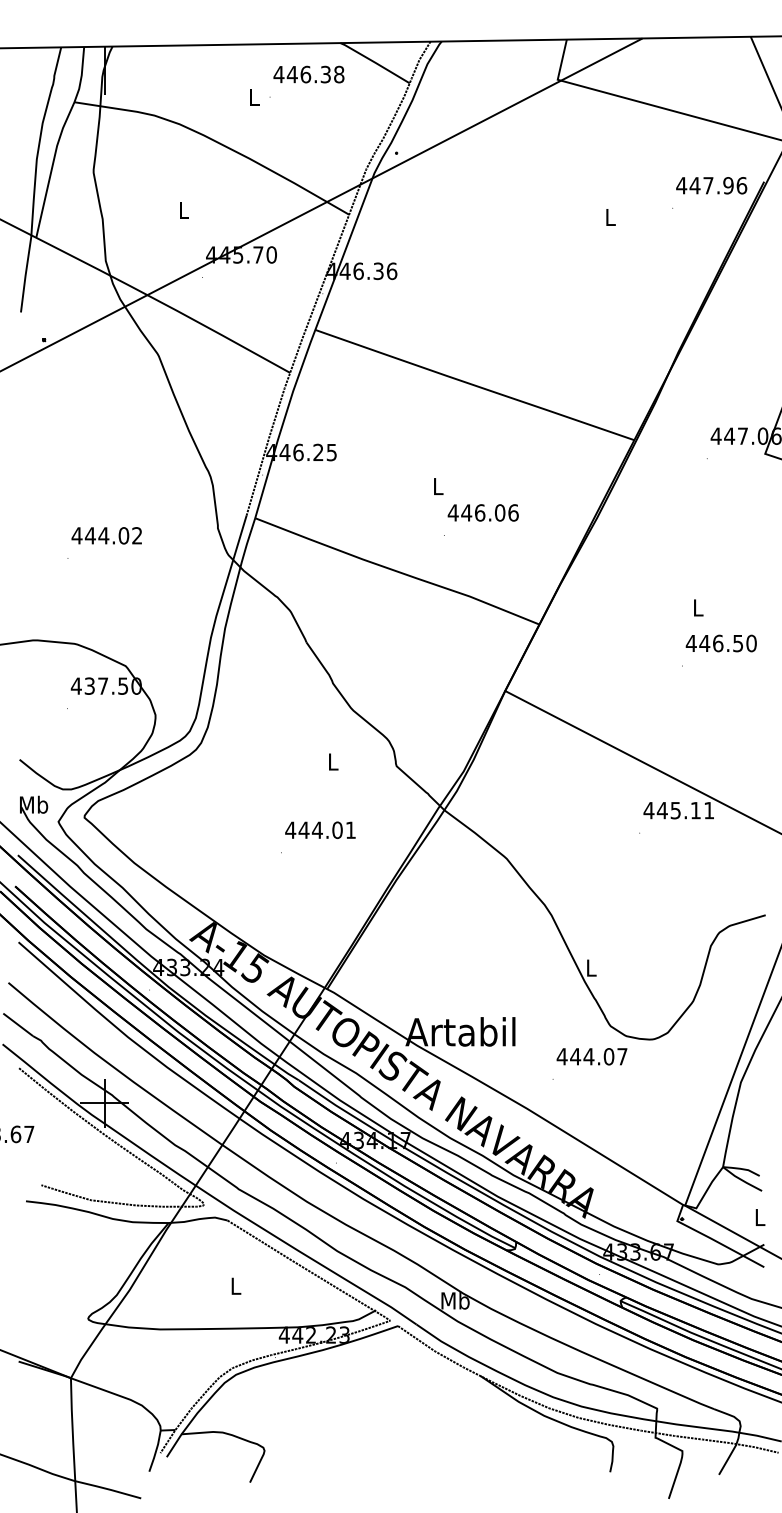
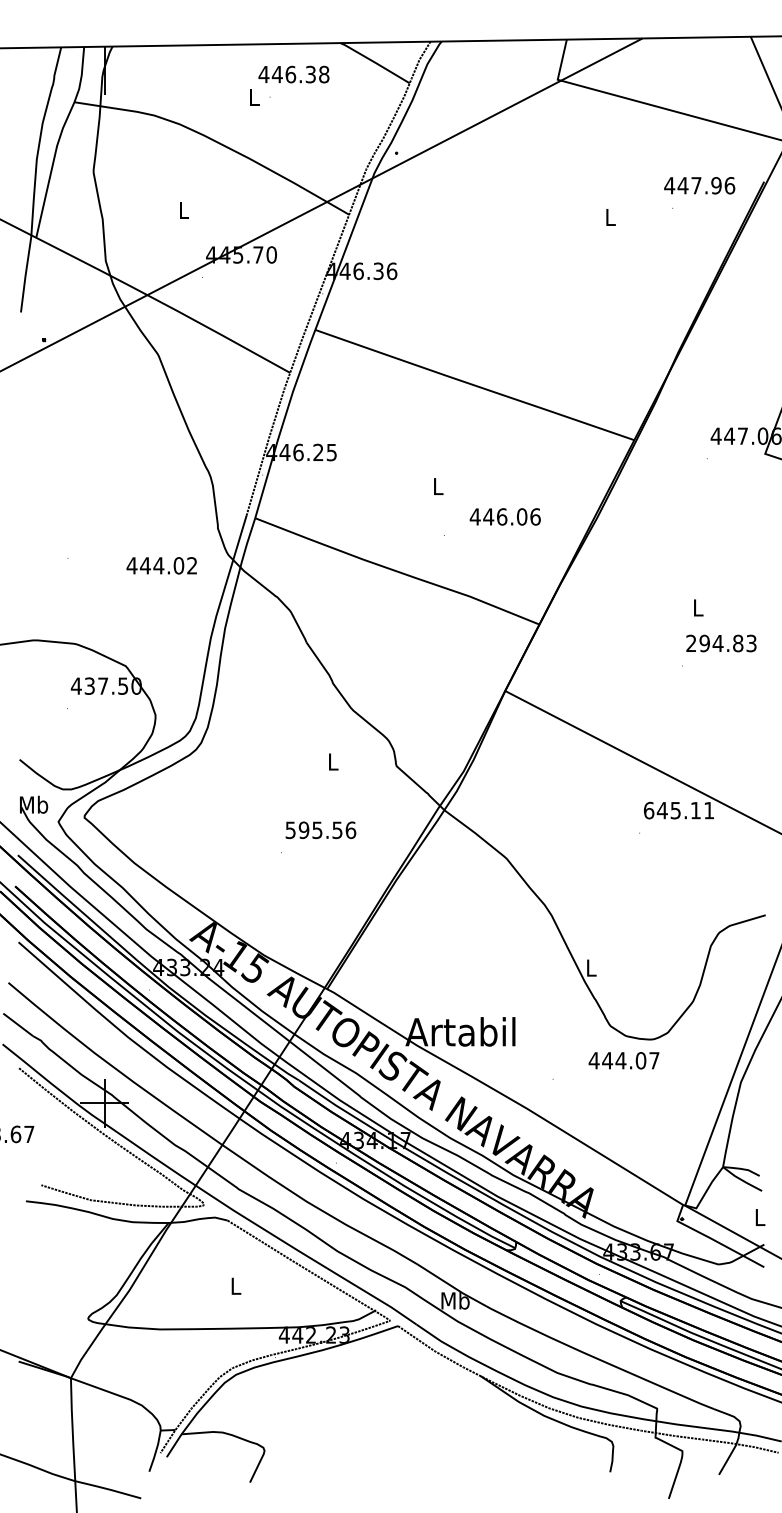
text at (308, 74) position: (308, 74) -> (293, 74)
text at (711, 185) position: (711, 185) -> (699, 185)
text at (482, 512) position: (482, 512) -> (504, 516)
text at (106, 535) position: (106, 535) -> (161, 565)
text at (720, 643): 446.50 -> 294.83
text at (648, 810): 445.11 -> 645.11
text at (320, 830): 444.01 -> 595.56
text at (591, 1056) position: (591, 1056) -> (623, 1060)
